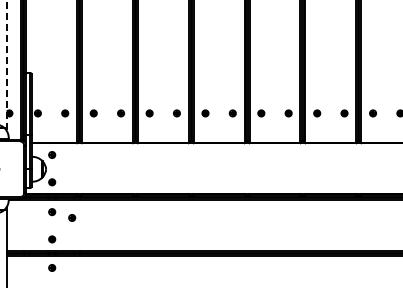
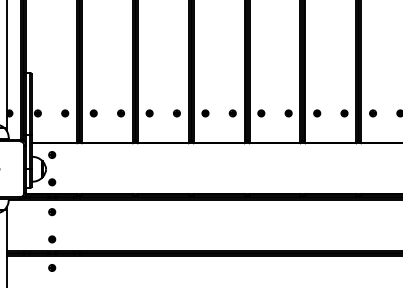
line at (6, 66): dashed -> solid
part at (72, 217): present -> none
